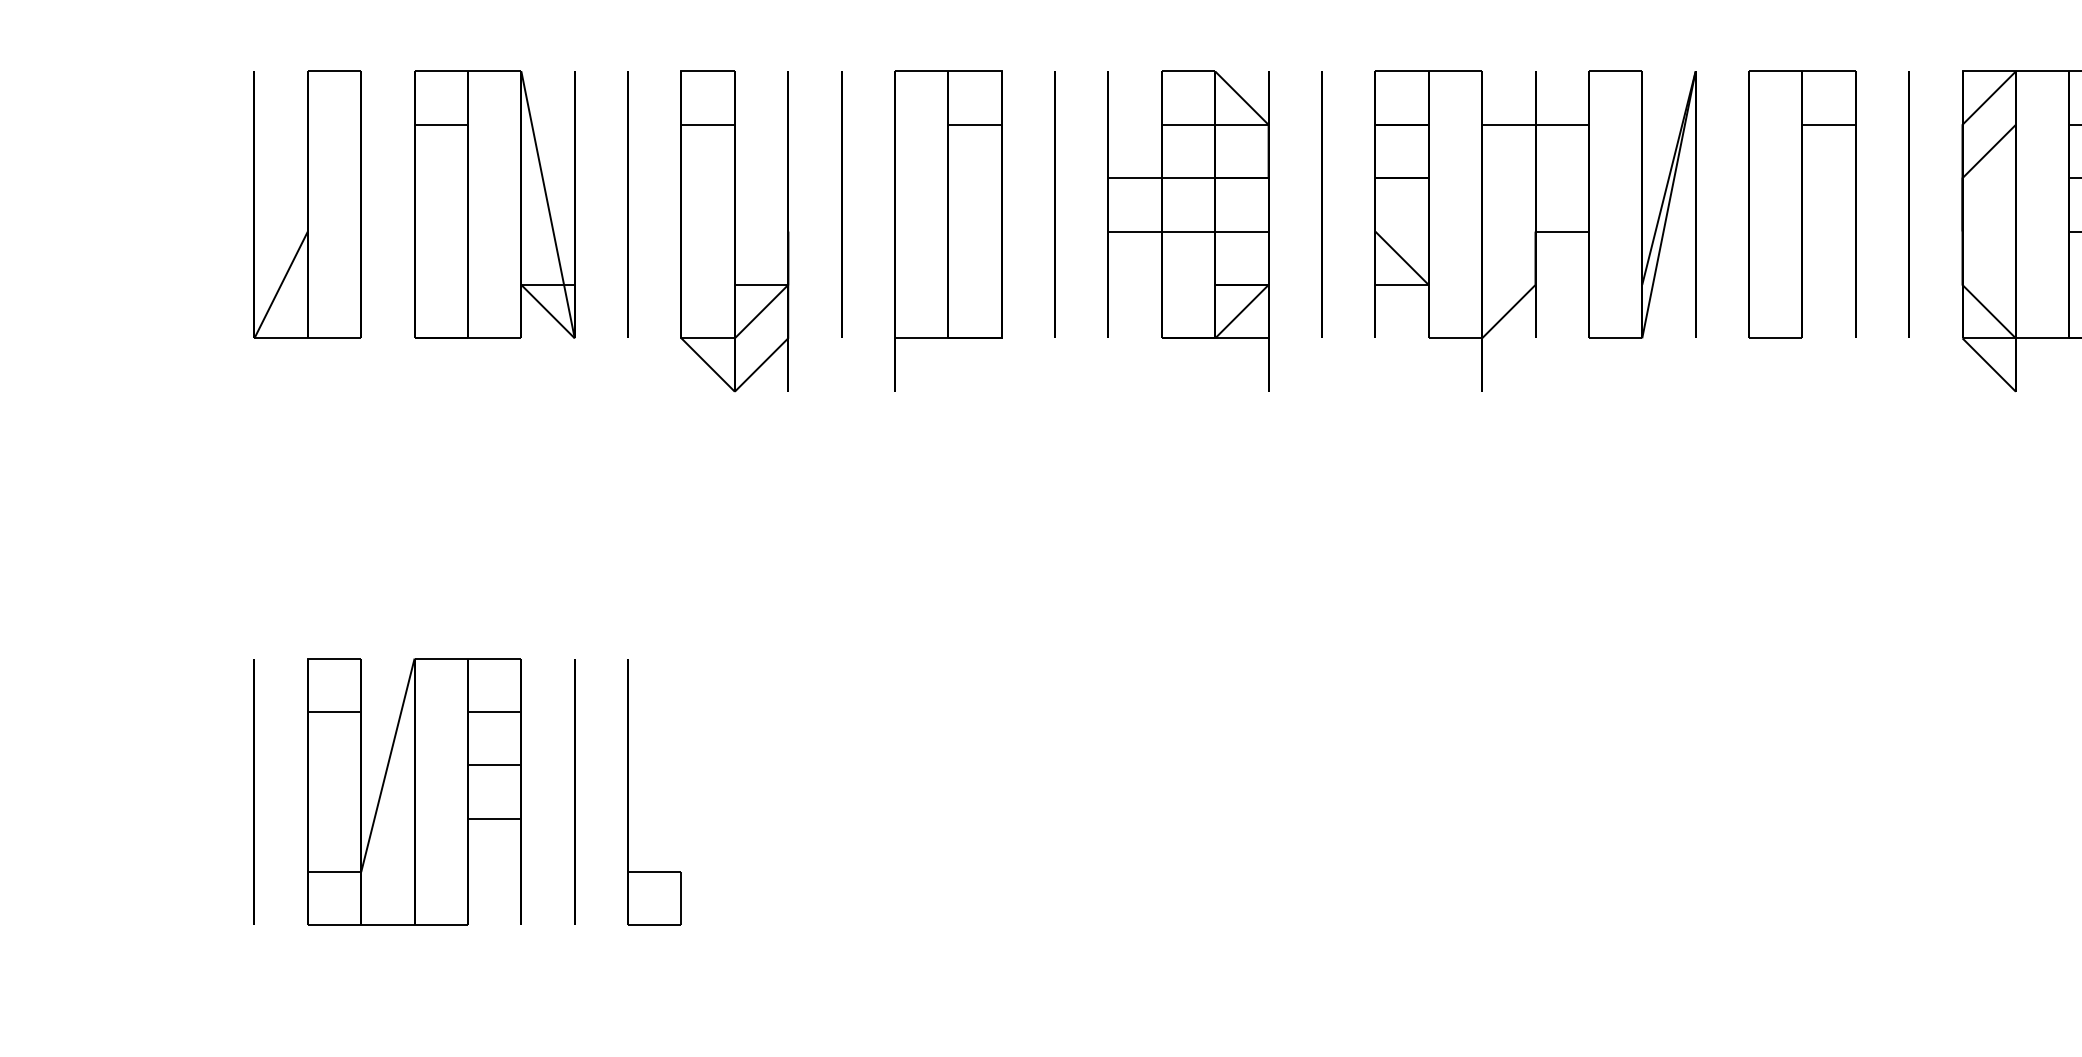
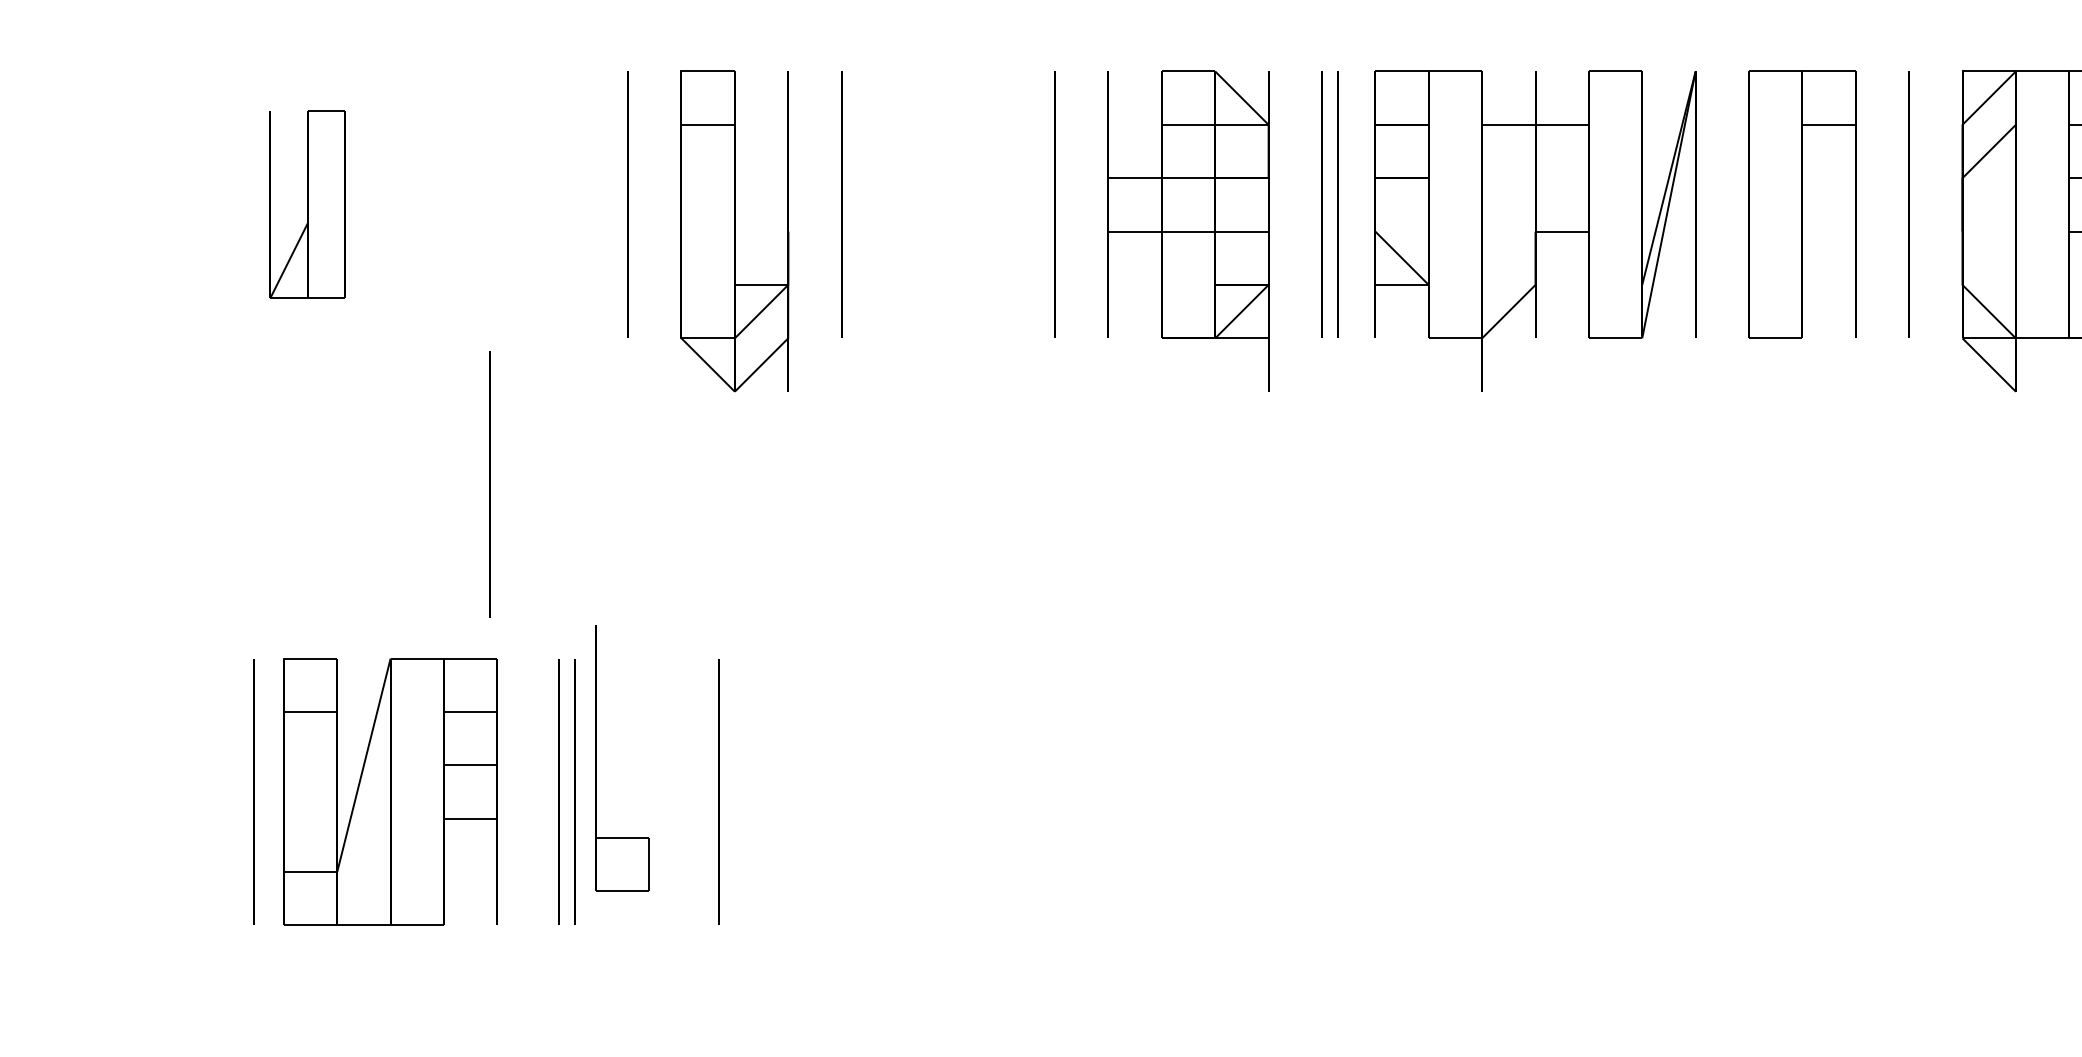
part at (307, 204) size: 109x269 px -> 77x189 px
part at (494, 204): present -> none
line at (1337, 204): none -> present
part at (948, 230): present -> none
line at (489, 484): none -> present
part at (414, 791) position: (414, 791) -> (390, 791)
line at (558, 791): none -> present
line at (718, 791): none -> present
part at (628, 792) position: (628, 792) -> (596, 758)
